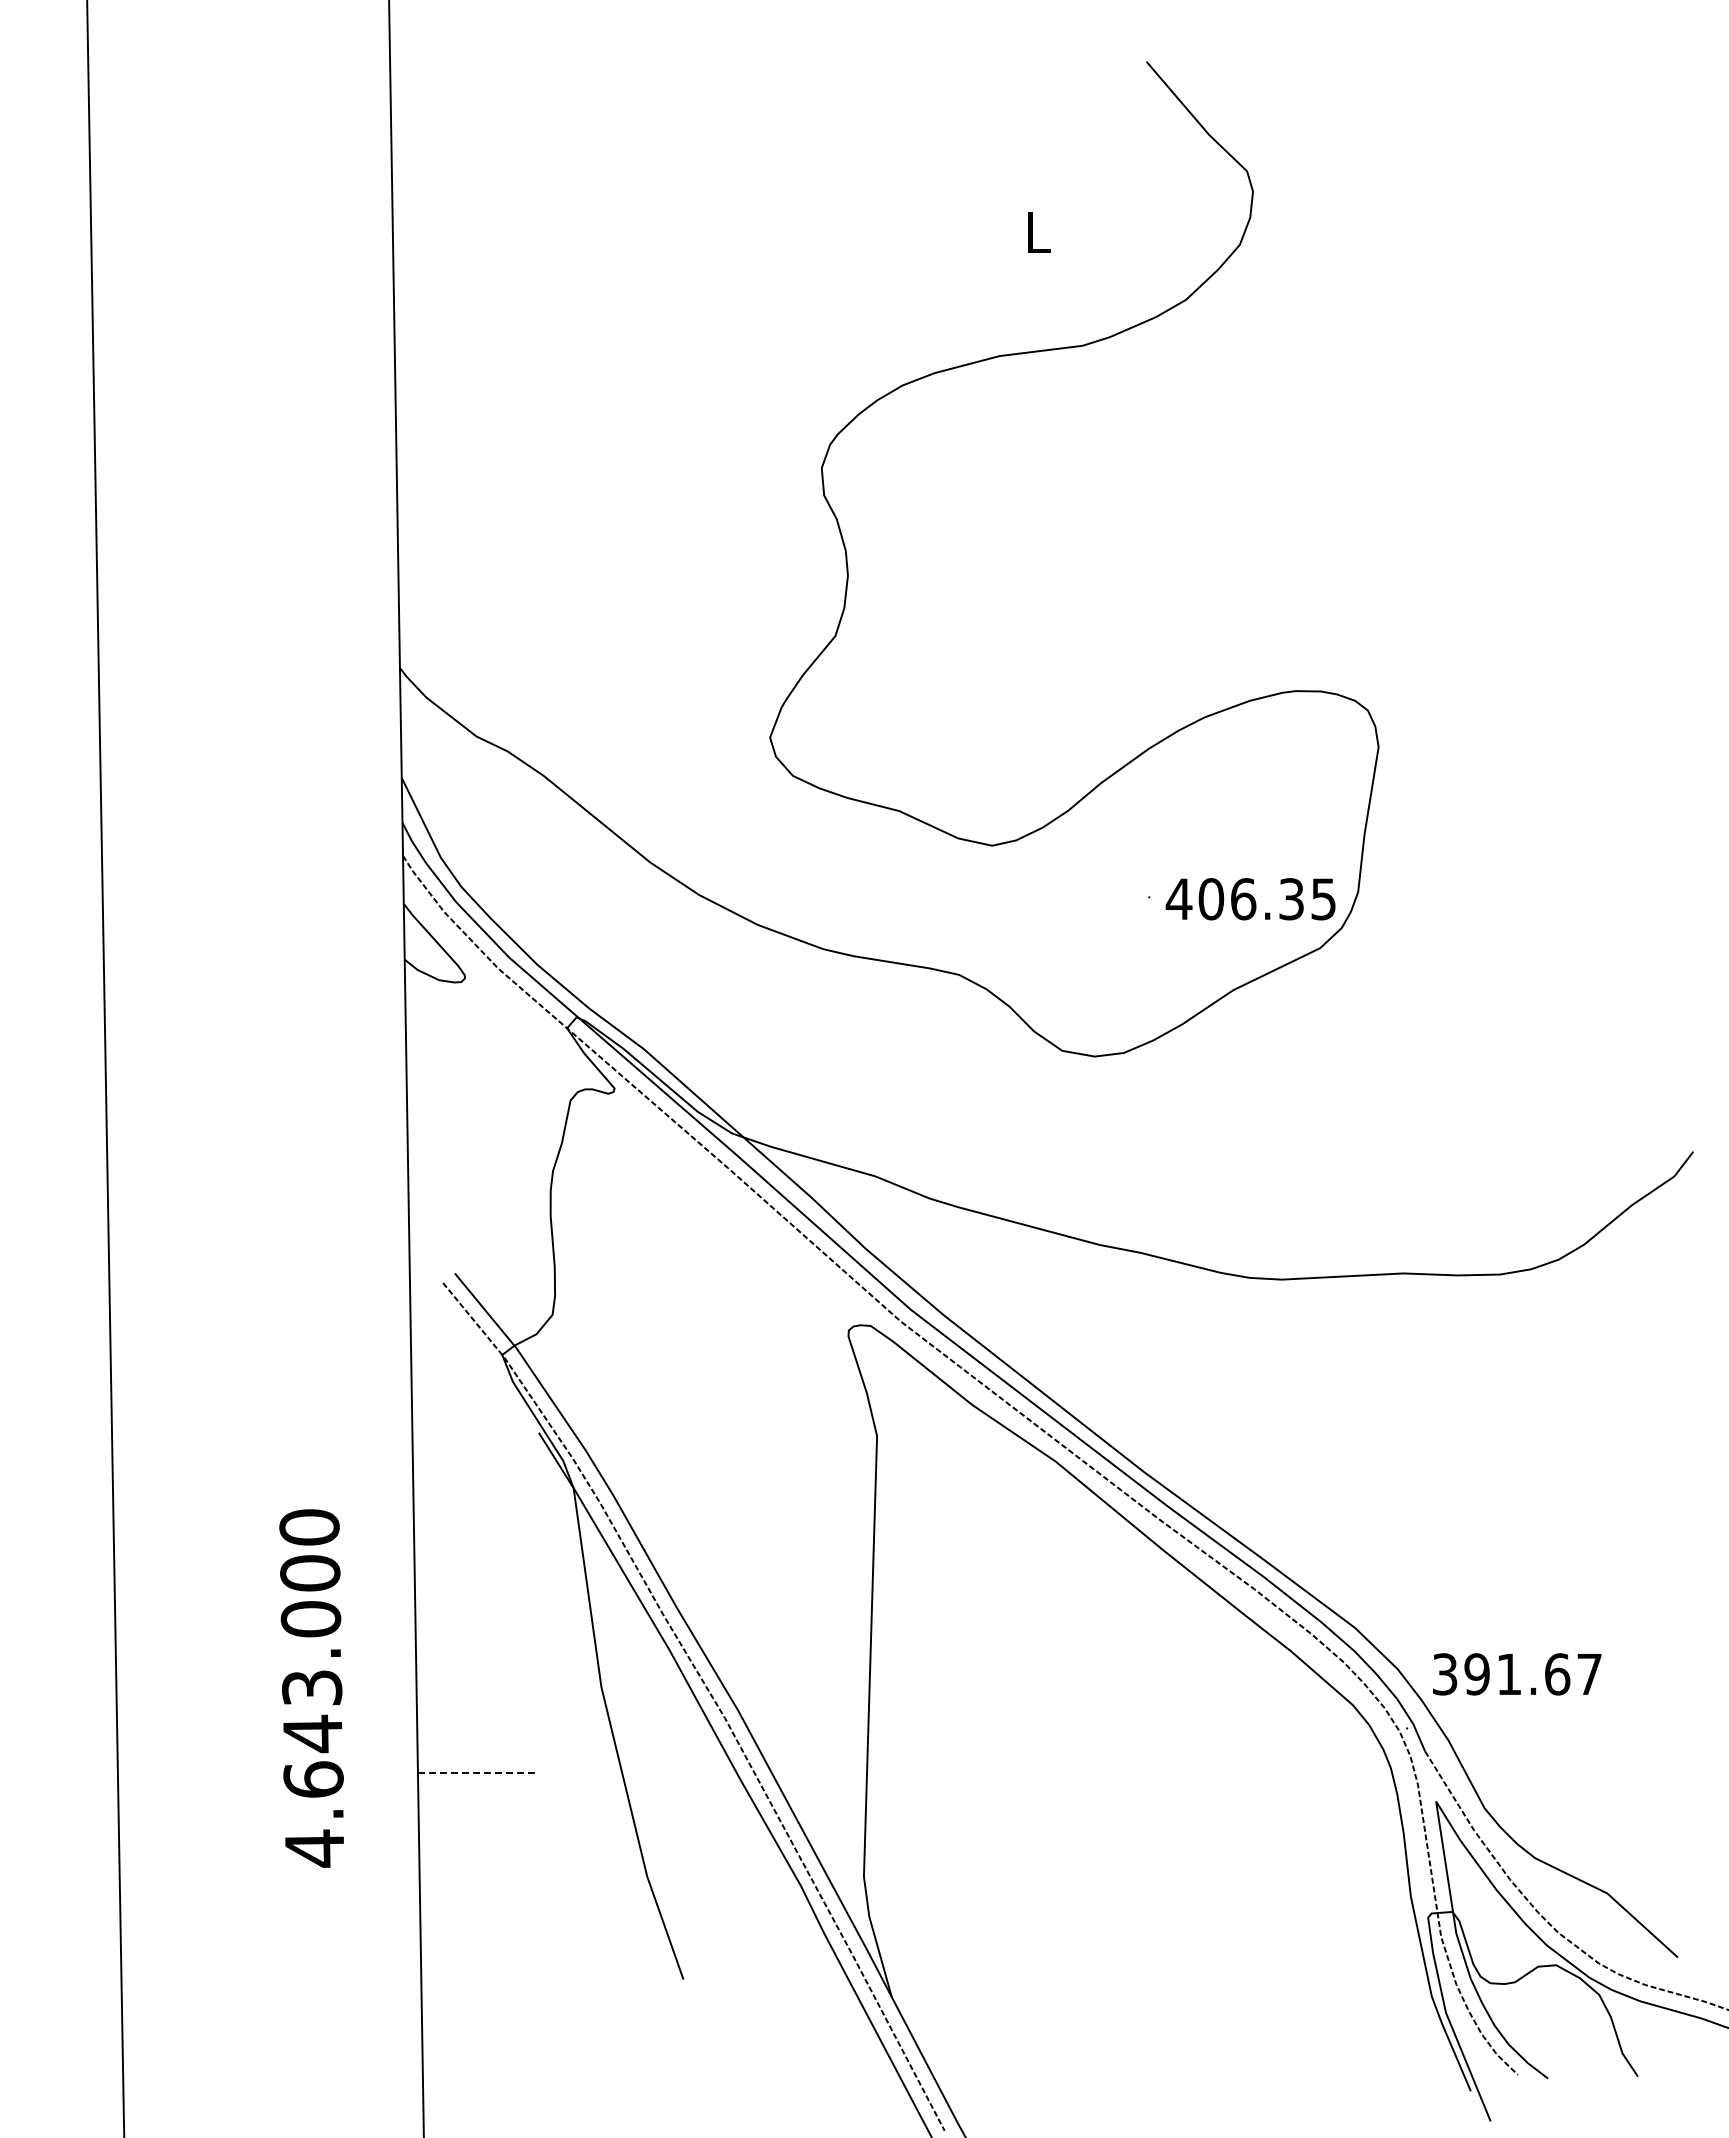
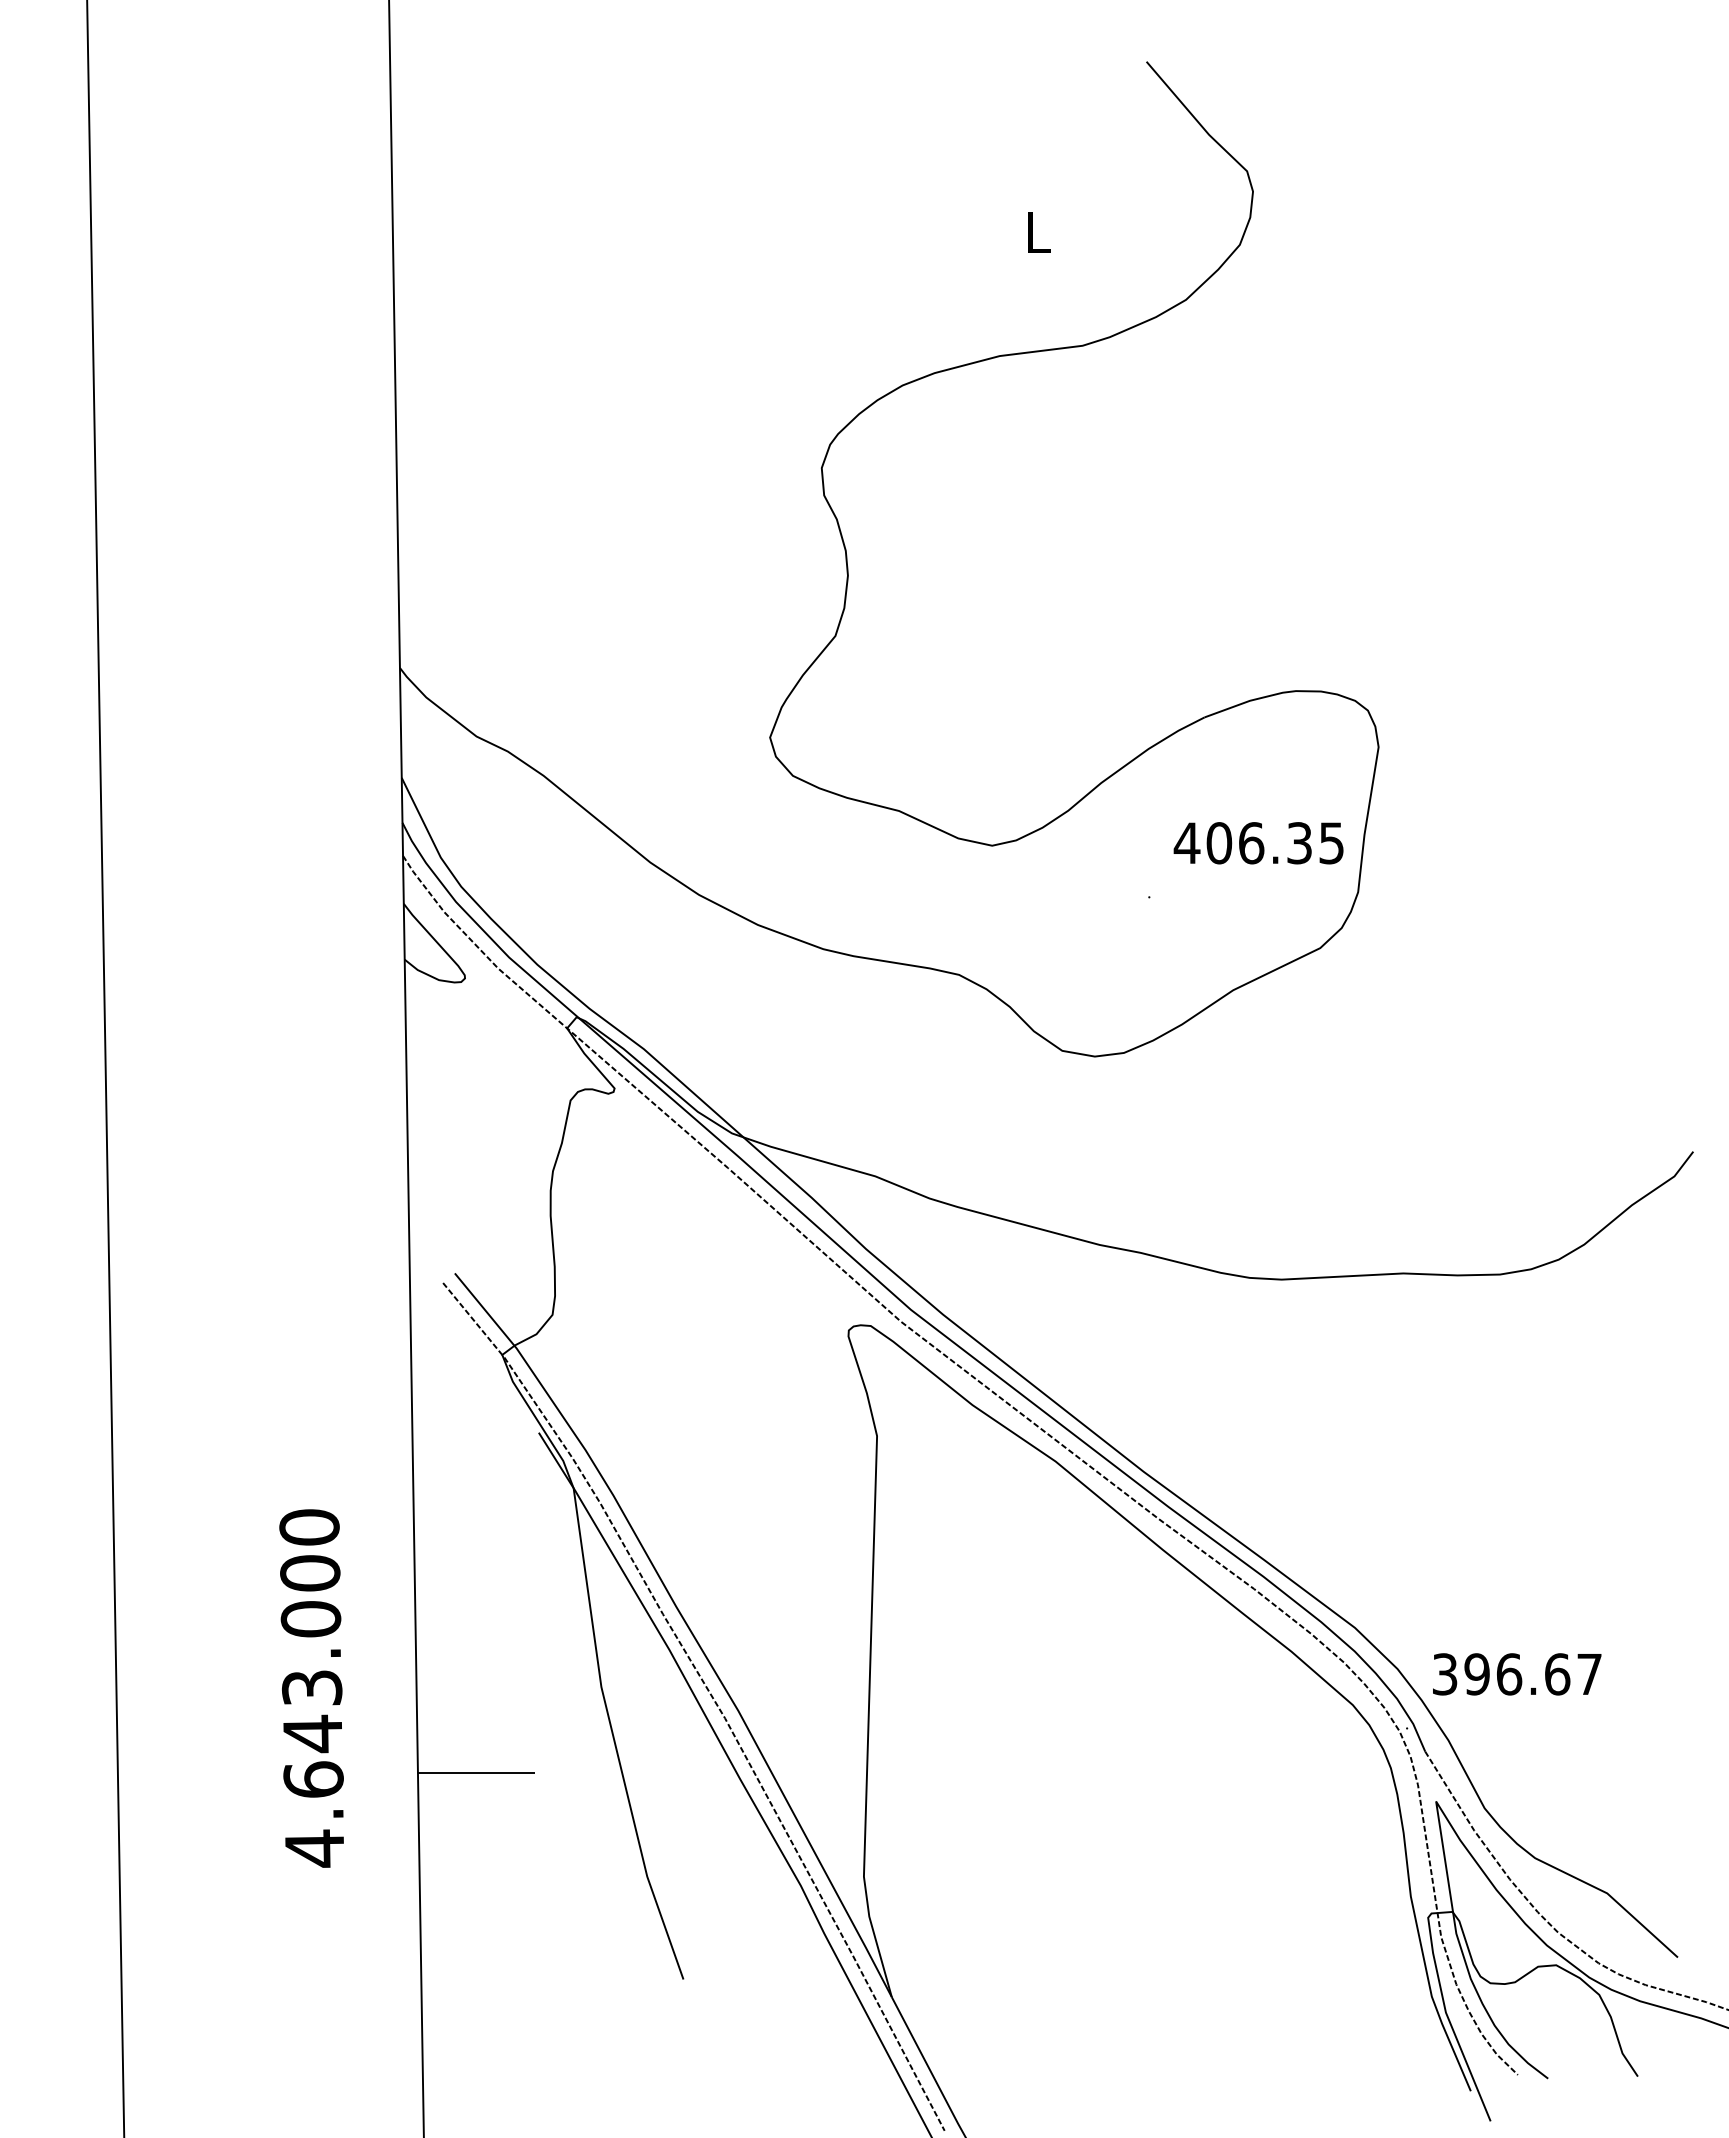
text at (1250, 899) position: (1250, 899) -> (1258, 843)
text at (1509, 1674): 391.67 -> 396.67
line at (476, 1773): dashed -> solid
